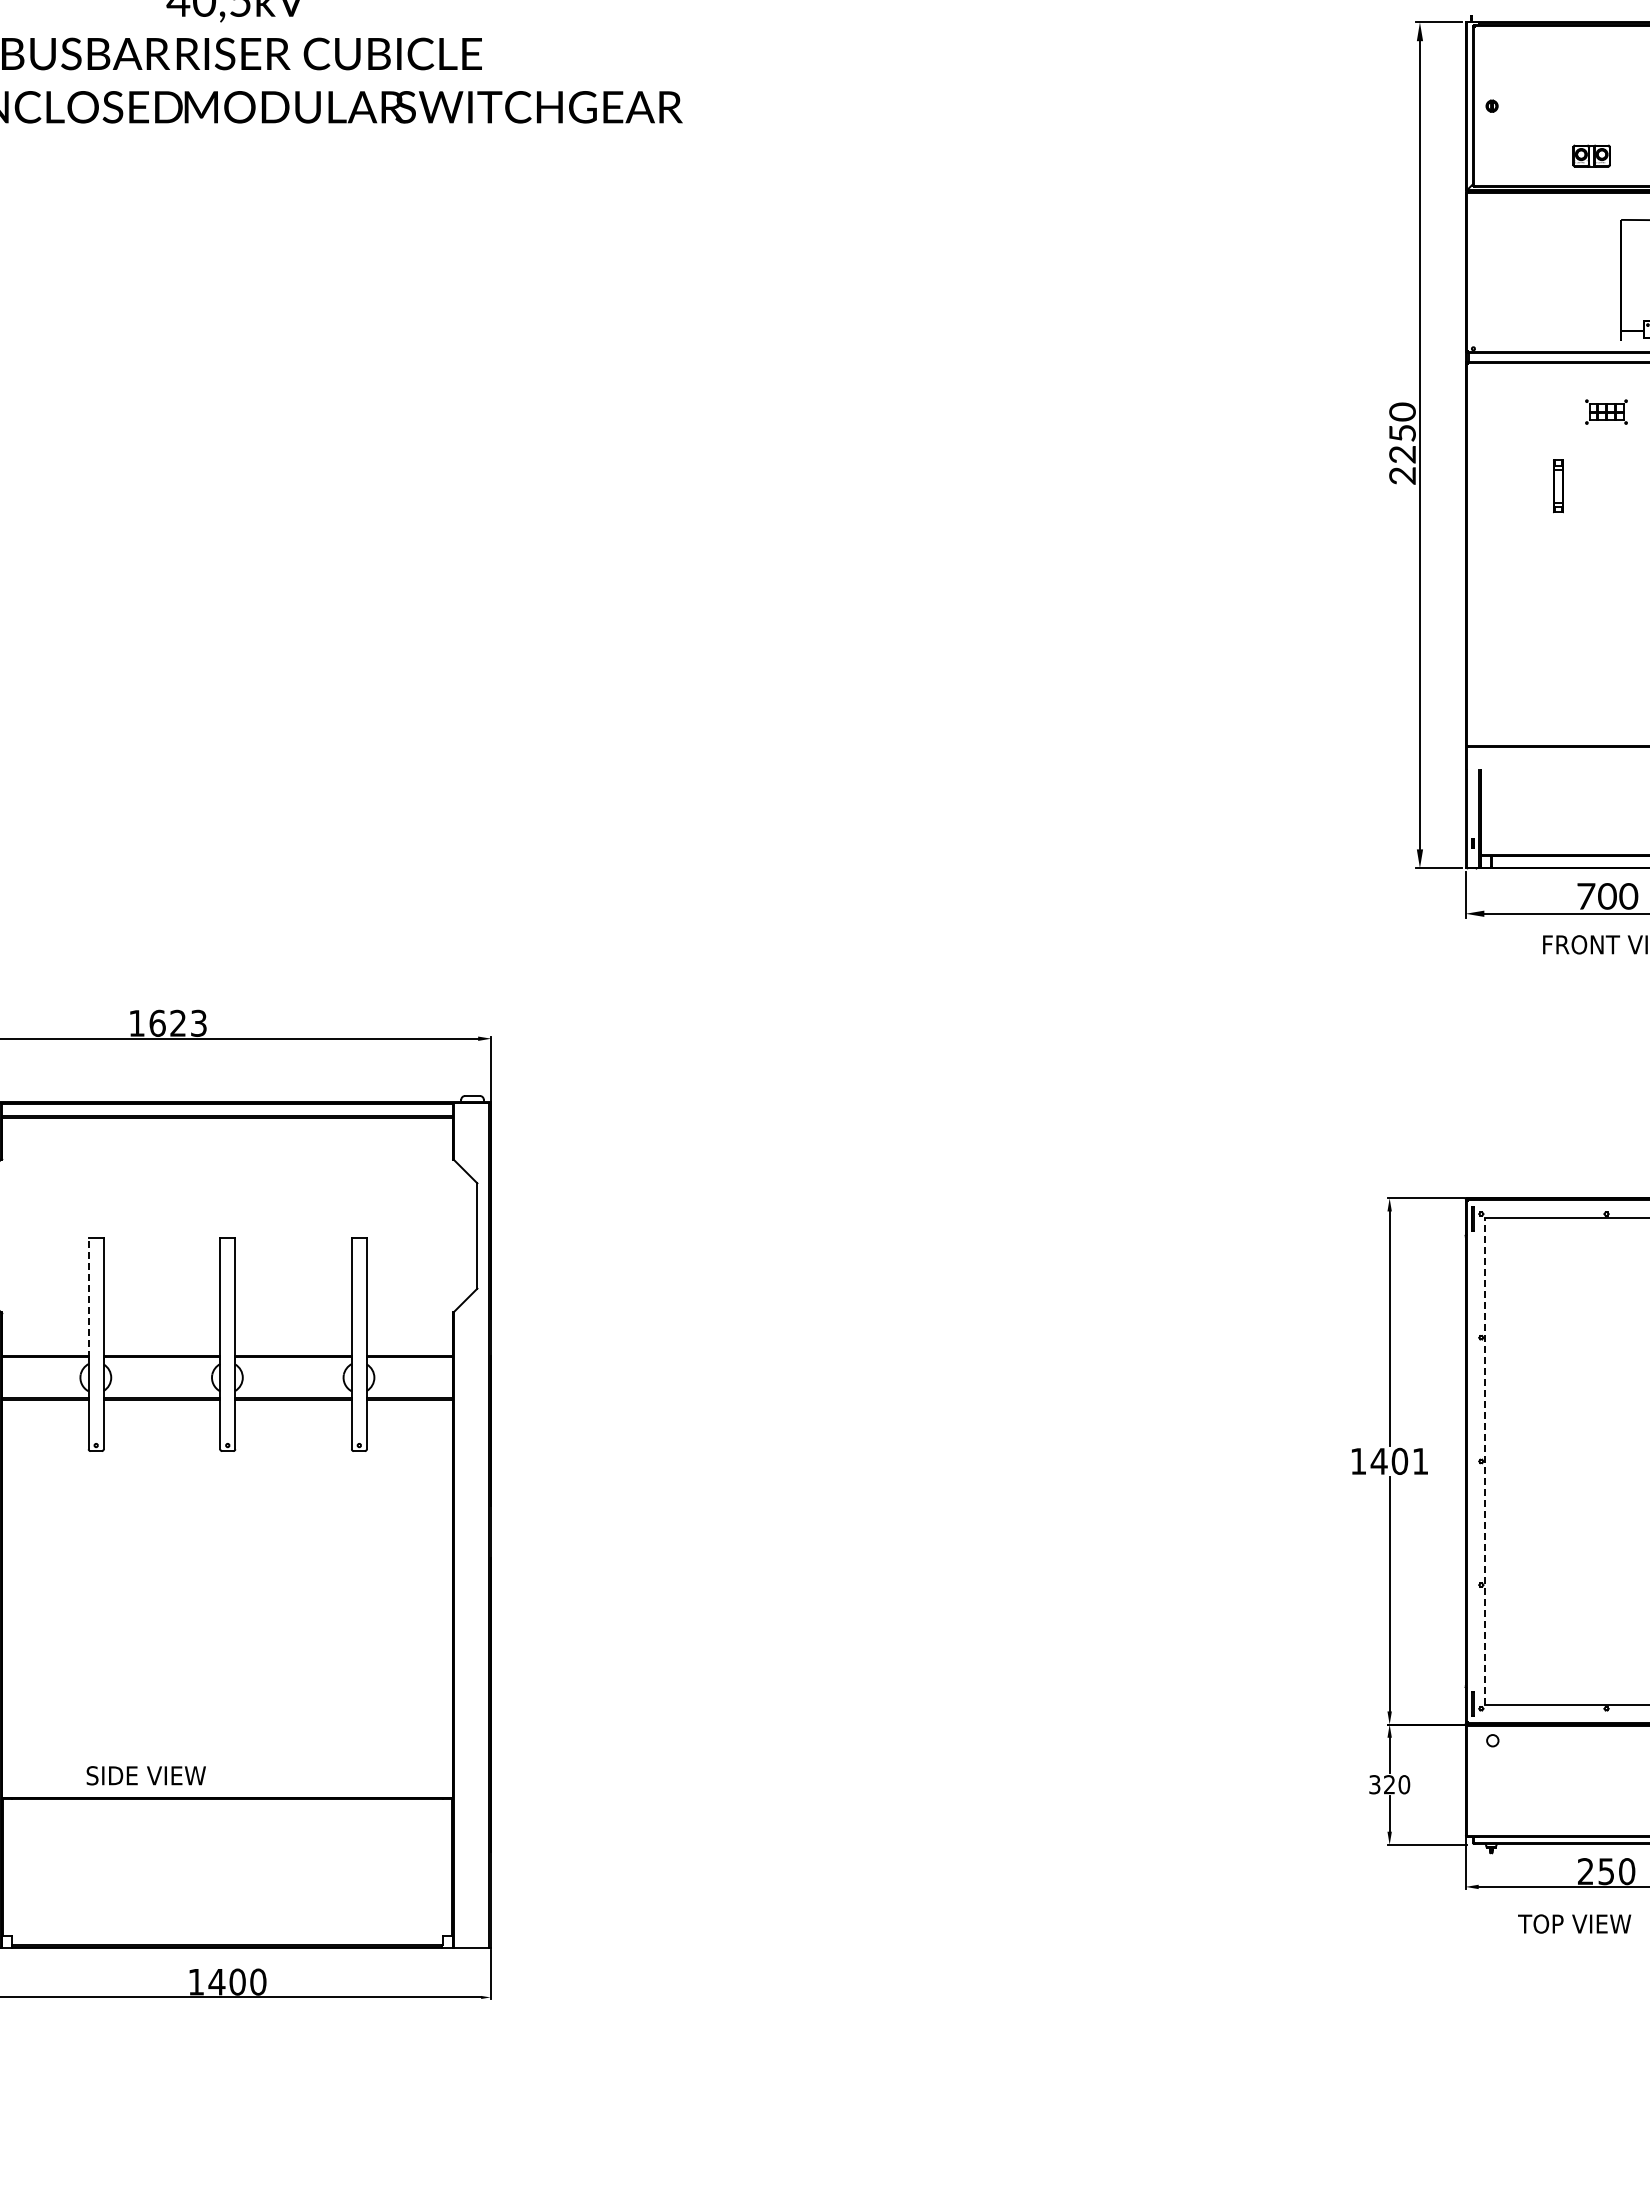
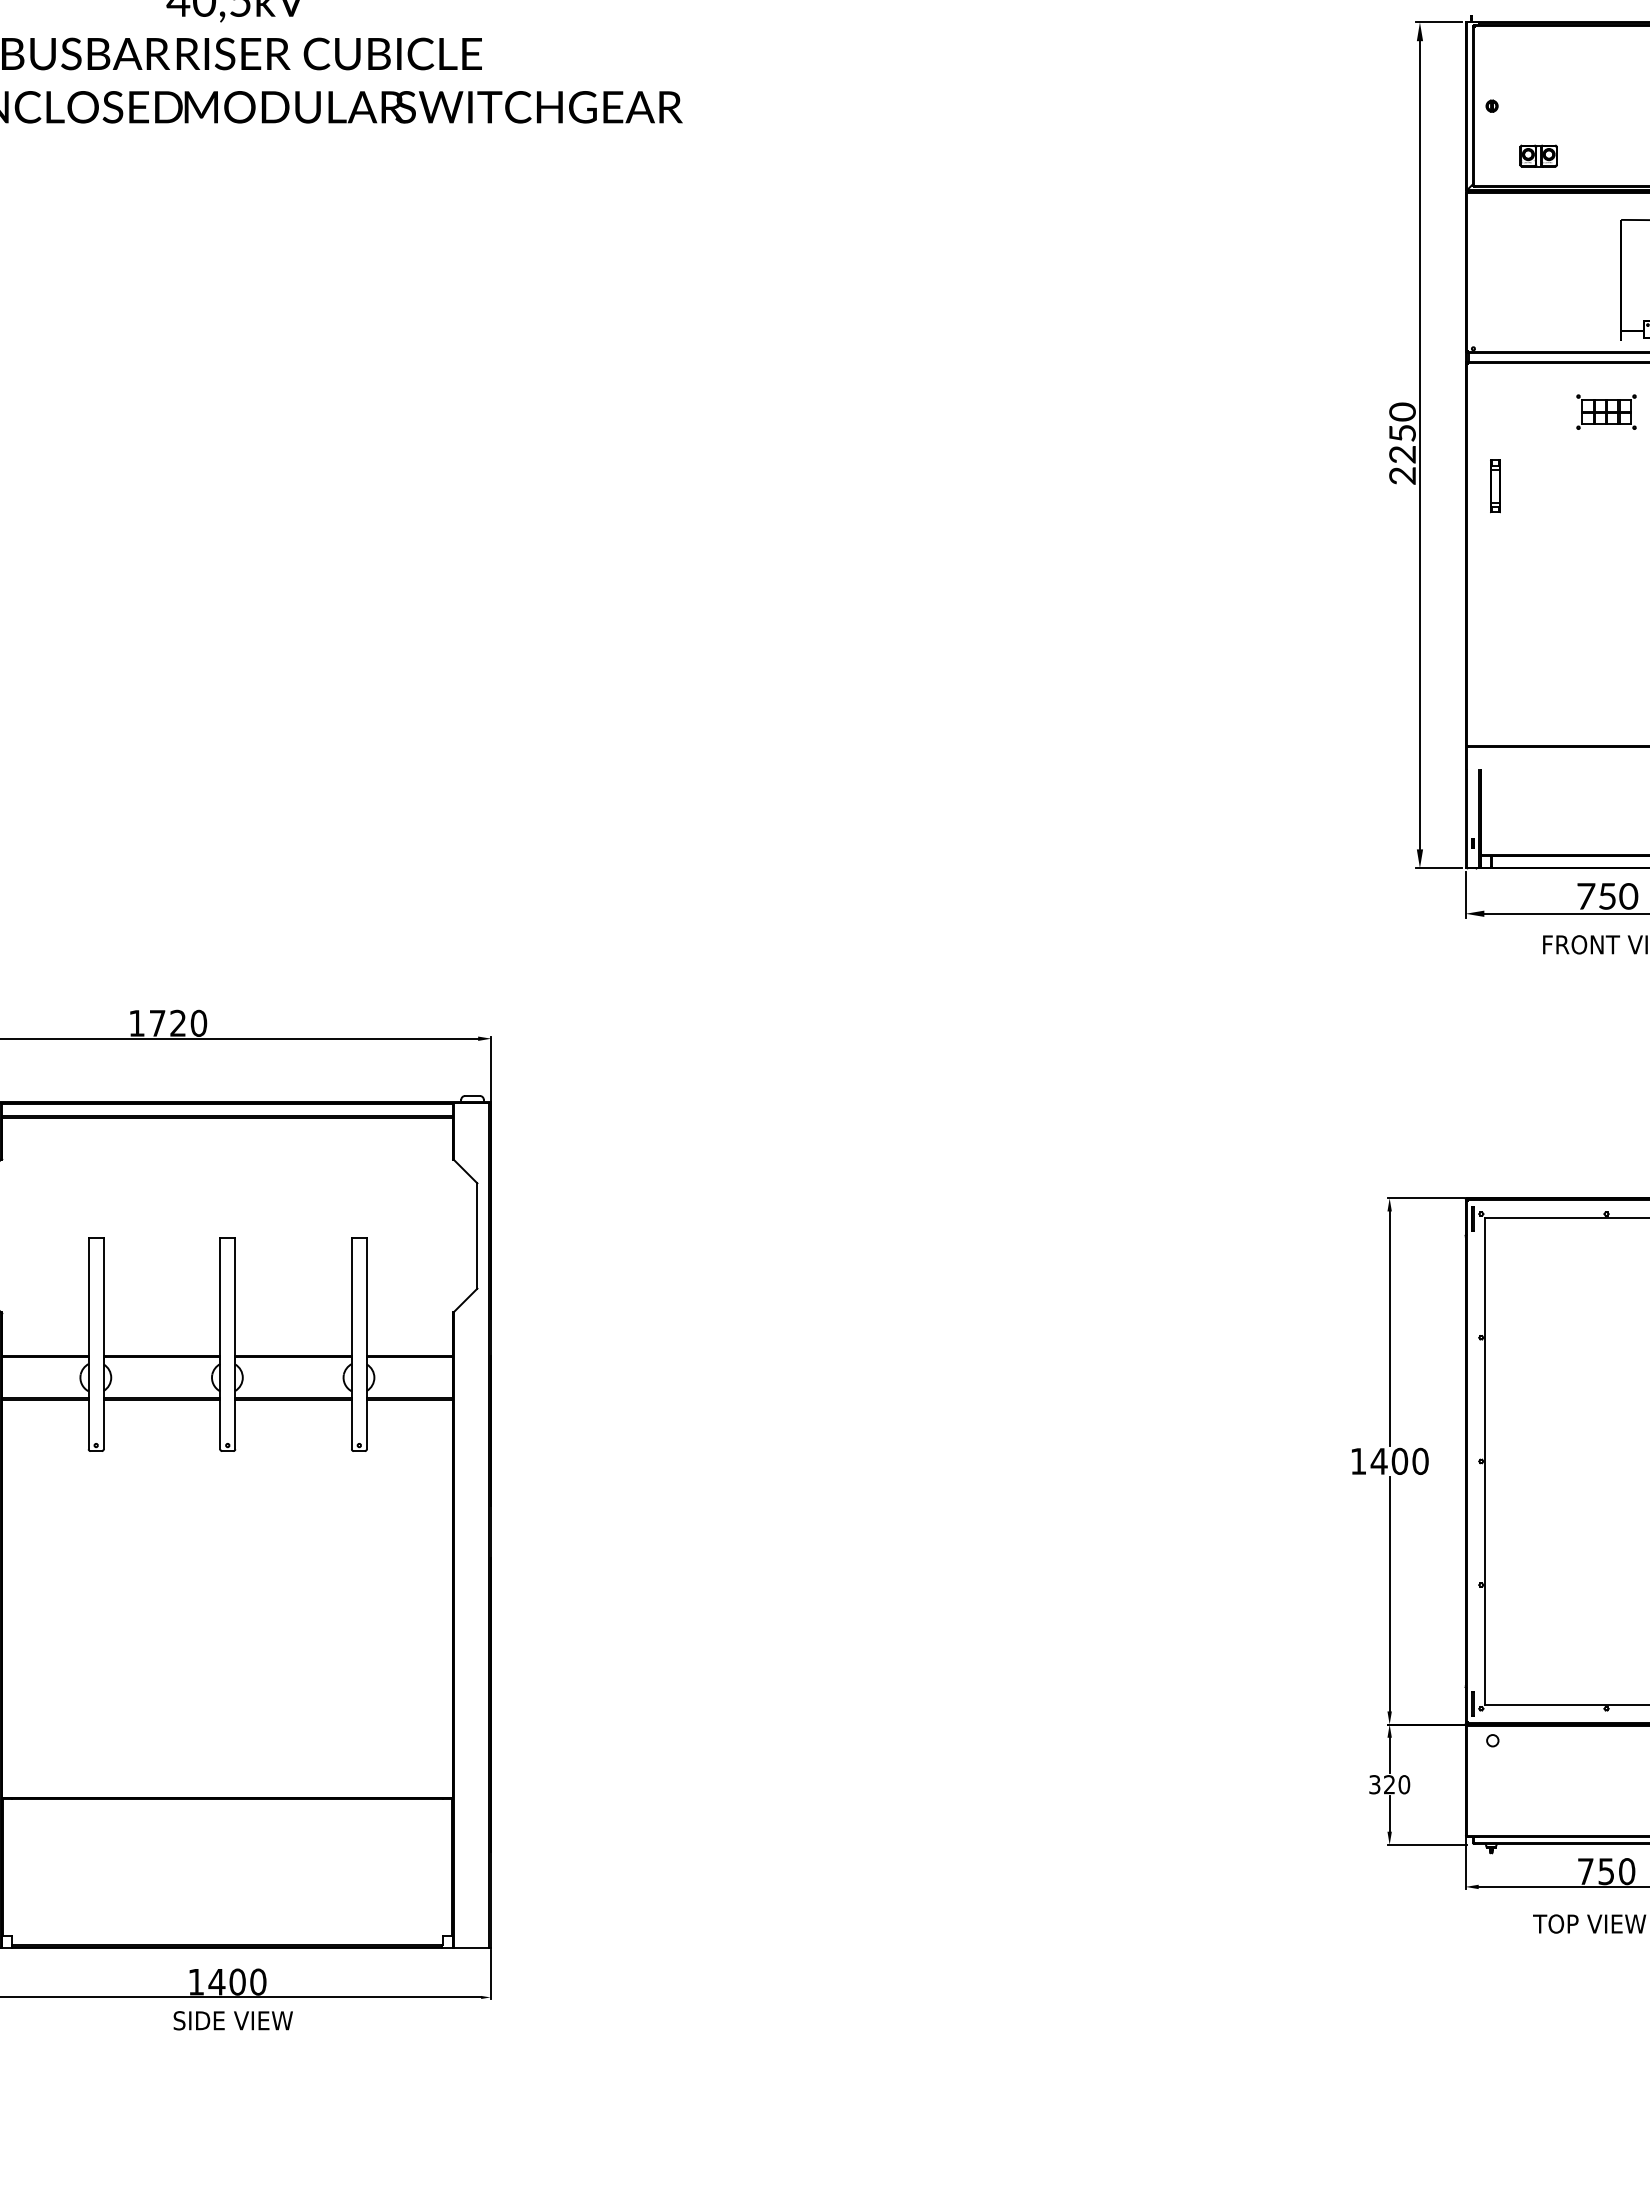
part at (1591, 155) position: (1591, 155) -> (1538, 155)
part at (1606, 411) size: 43x26 px -> 61x36 px
part at (1558, 486) position: (1558, 486) -> (1495, 486)
text at (1607, 896): 700 -> 750
text at (178, 1022): 1623 -> 1720
line at (88, 1297): dashed -> solid
text at (1420, 1460): 1401 -> 1400
line at (1485, 1461): dashed -> solid
text at (145, 1775) position: (145, 1775) -> (232, 2020)
text at (1585, 1871): 250 -> 750
text at (1574, 1923) position: (1574, 1923) -> (1589, 1923)
